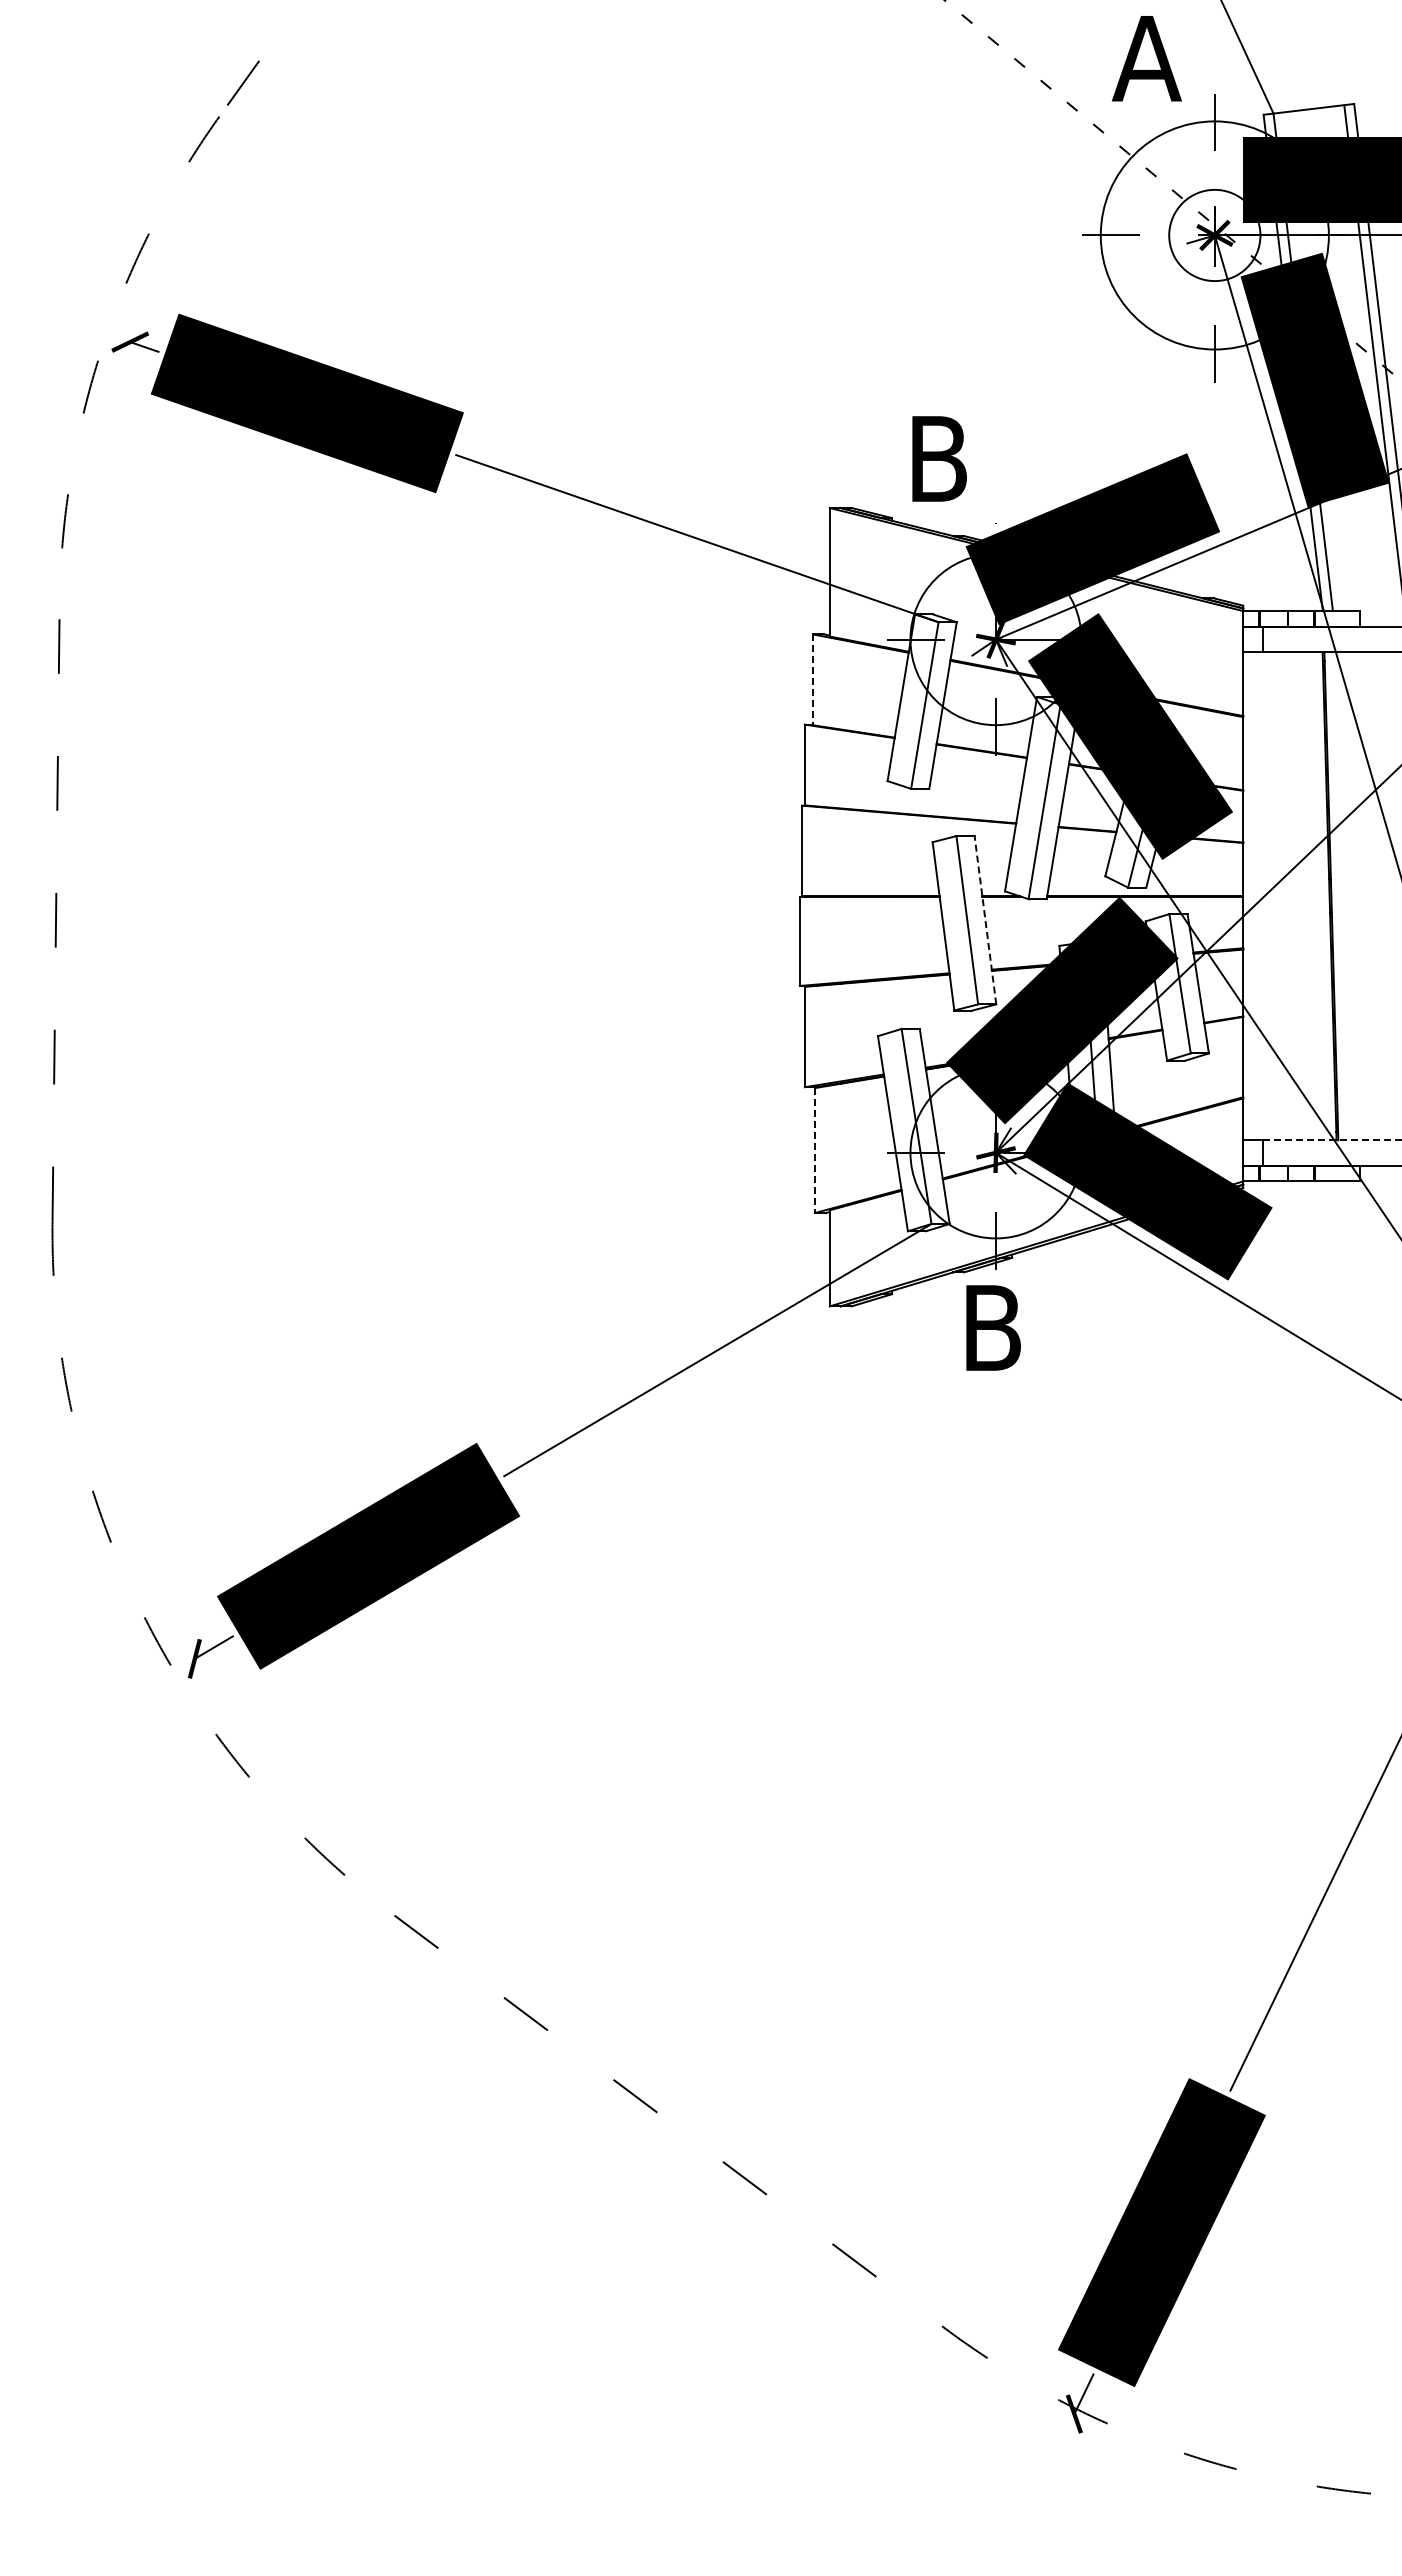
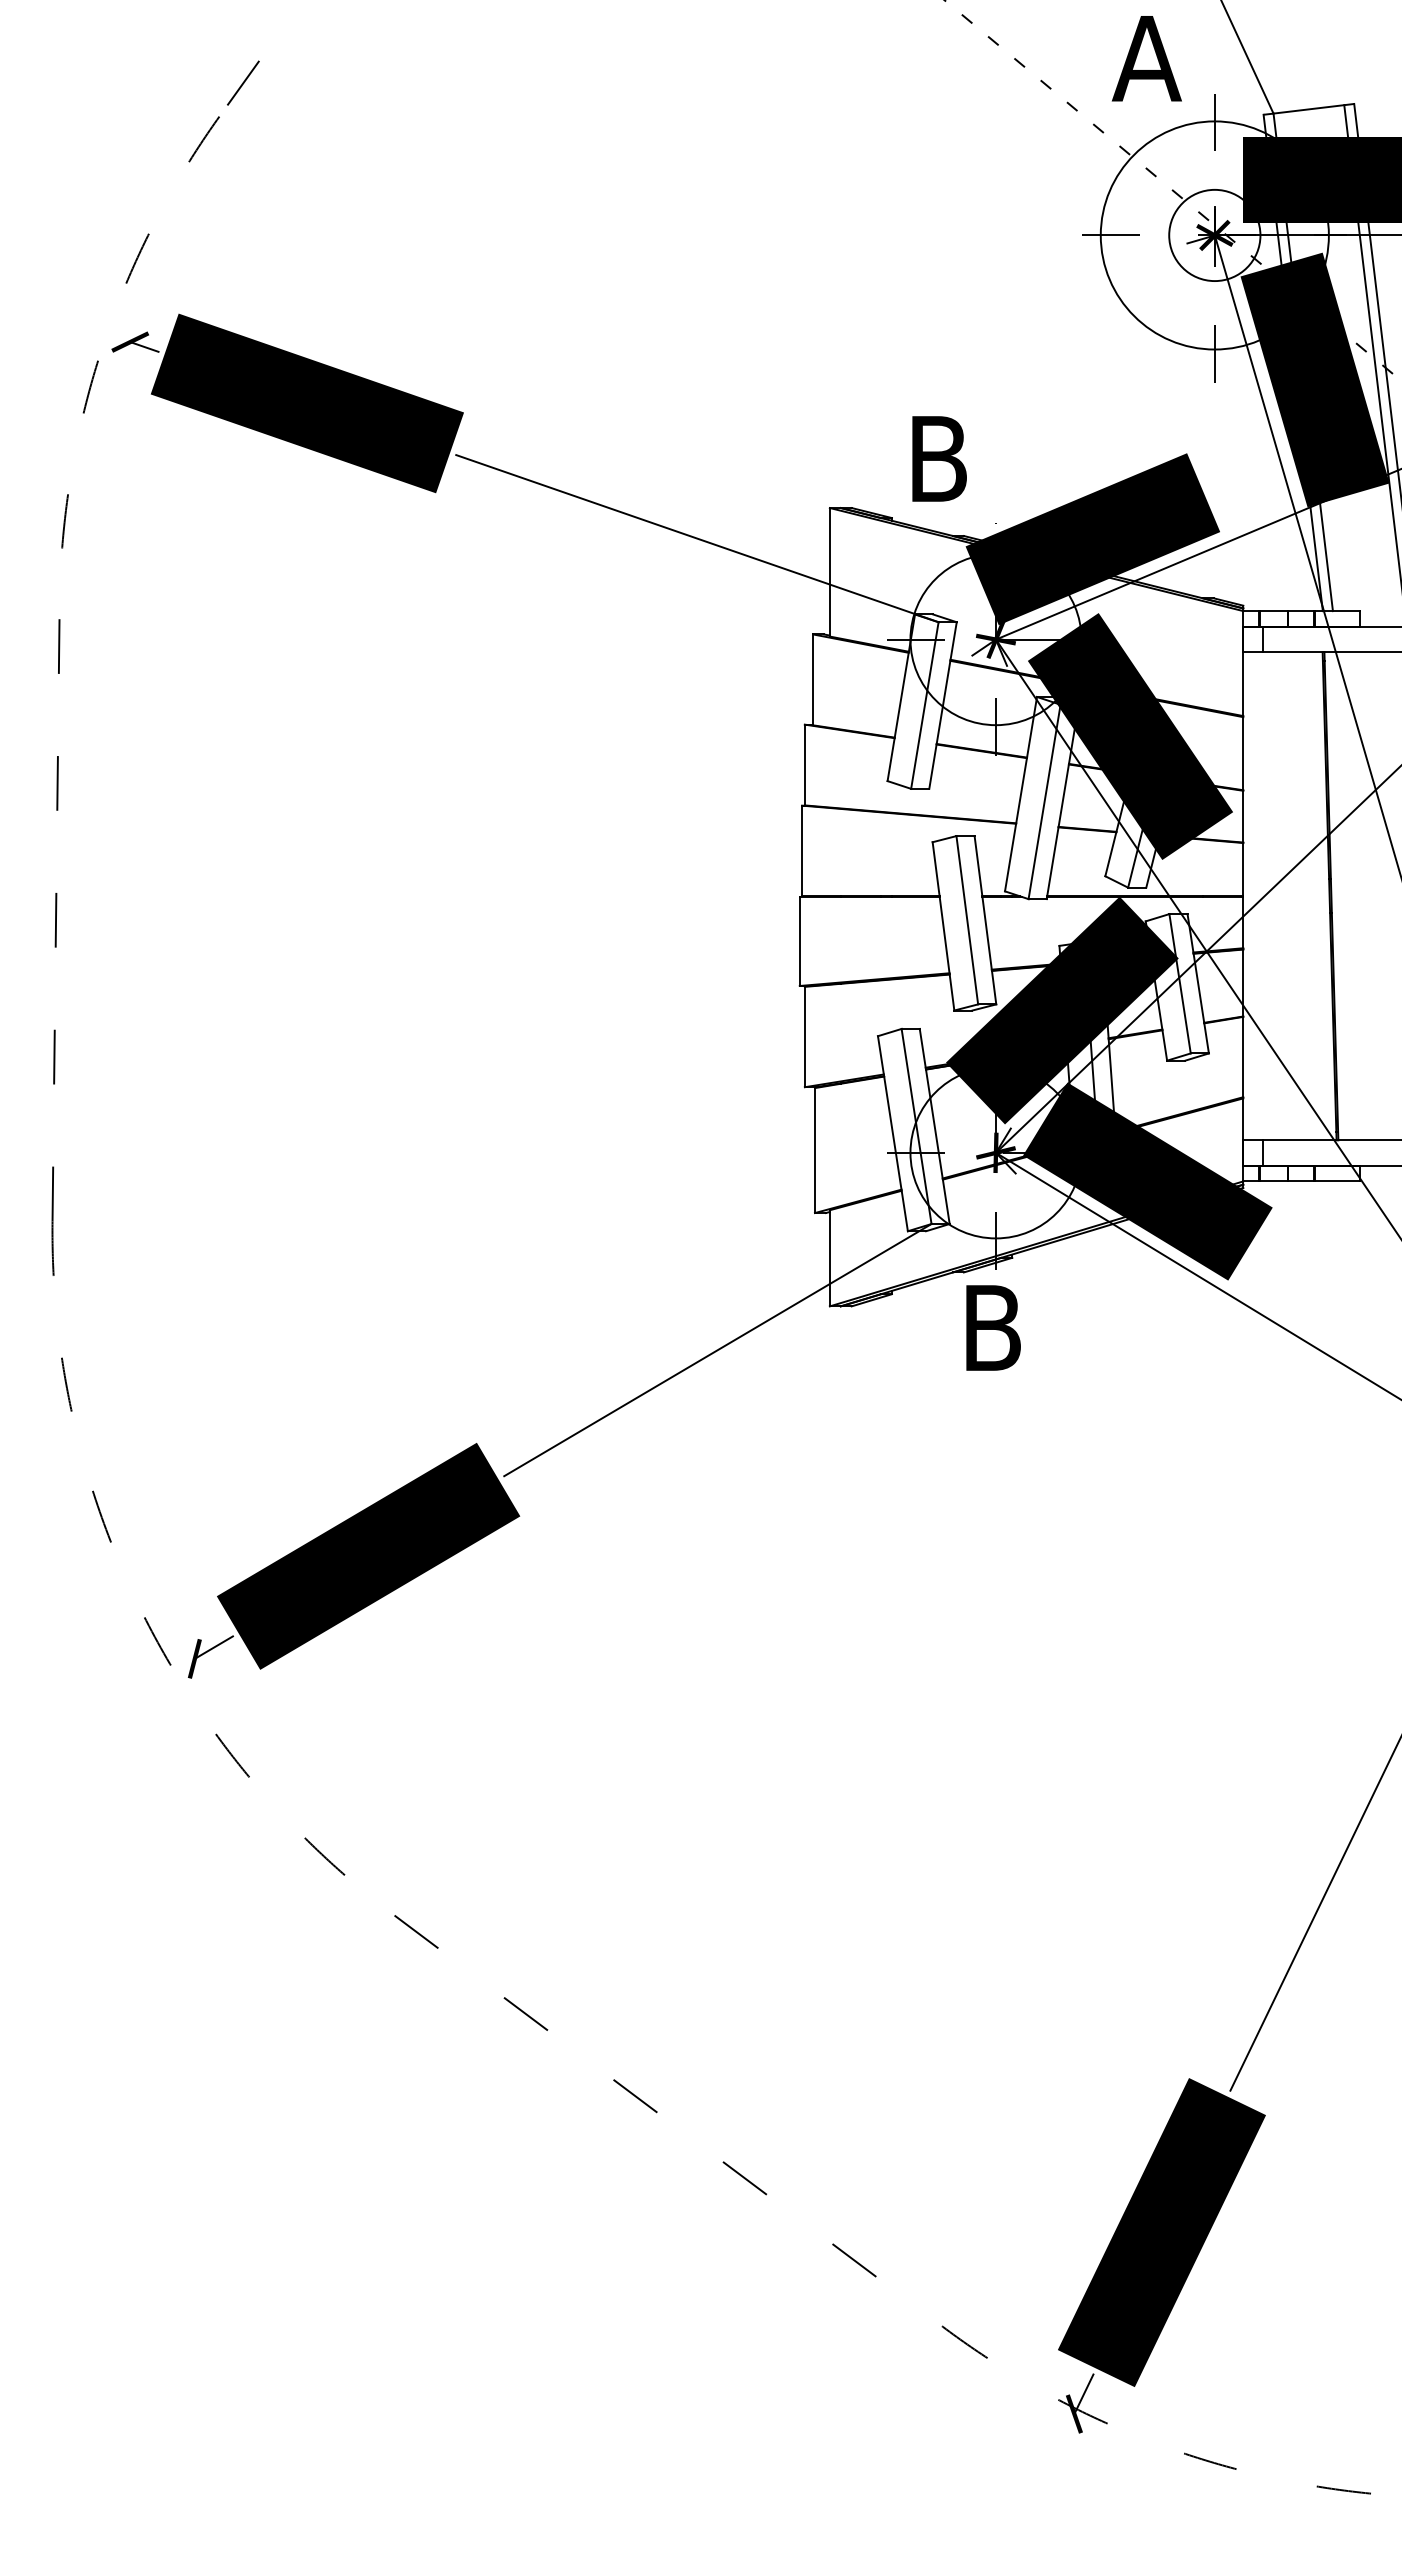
line at (813, 680): dashed -> solid
line at (985, 920): dashed -> solid
line at (1332, 1140): dashed -> solid
line at (814, 1151): dashed -> solid
